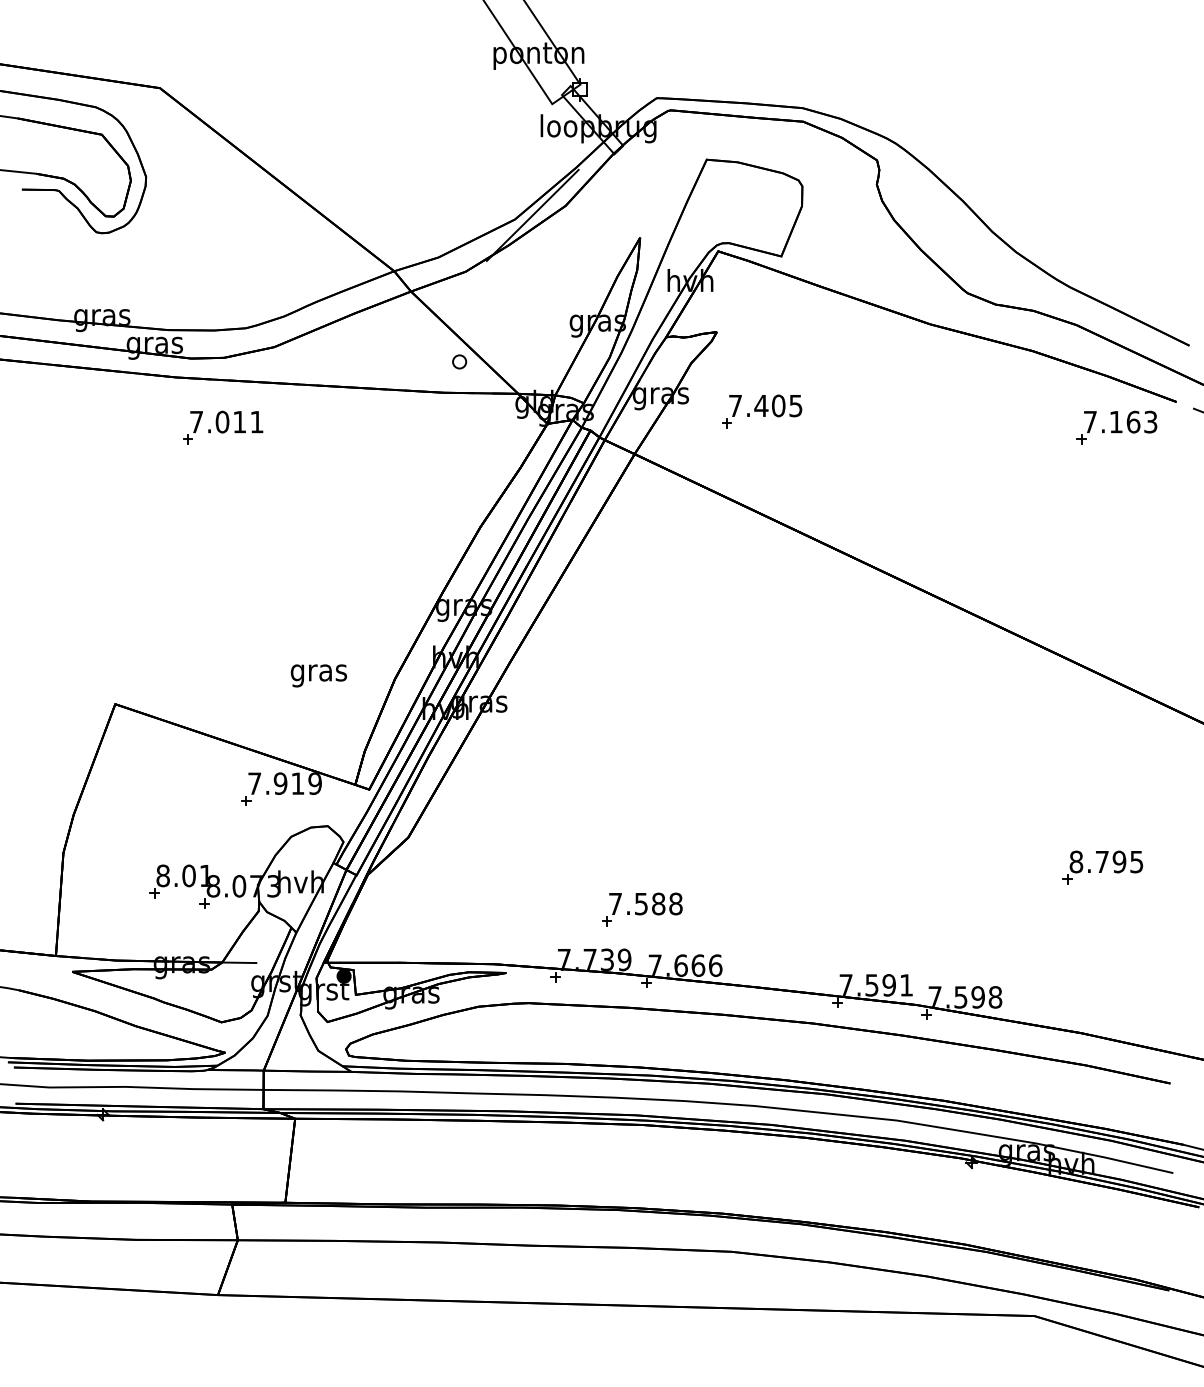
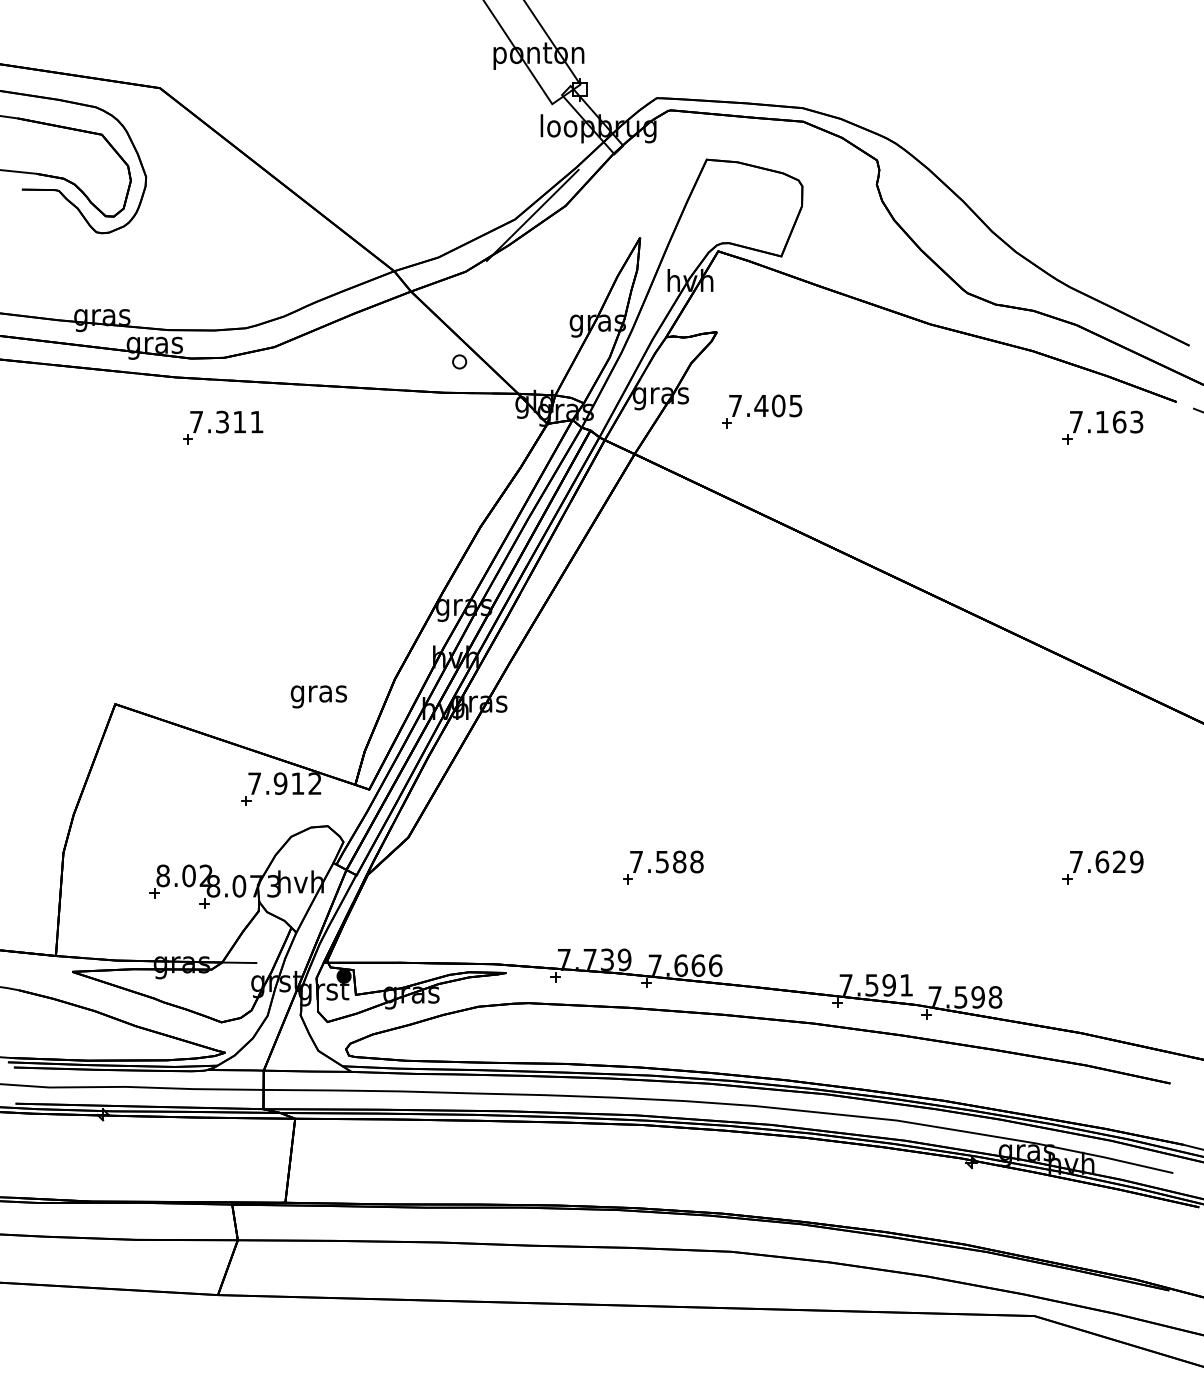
text at (222, 421): 7.011 -> 7.311
part at (1116, 427) position: (1116, 427) -> (1102, 427)
text at (318, 675) position: (318, 675) -> (318, 696)
text at (314, 783): 7.919 -> 7.912
text at (1106, 861): 8.795 -> 7.629
text at (205, 875): 8.01 -> 8.02
part at (642, 909) position: (642, 909) -> (663, 867)
